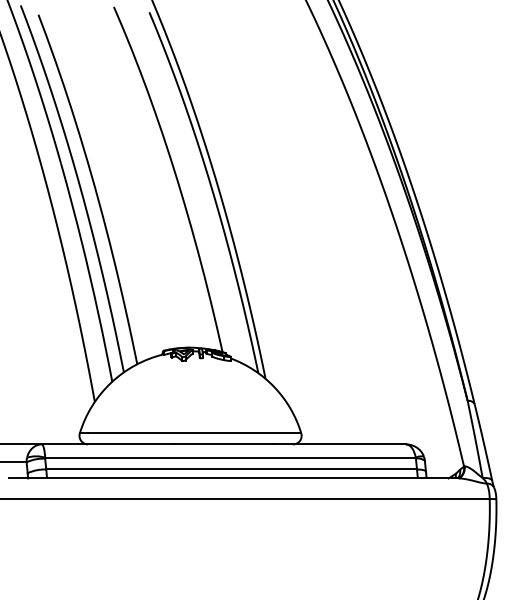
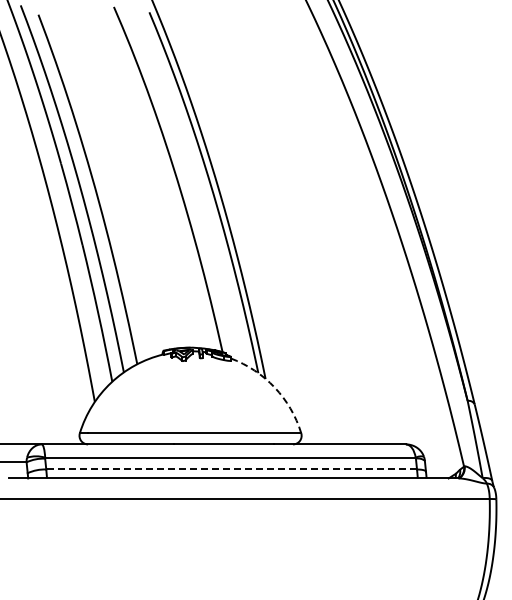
arc at (274, 387): solid -> dashed
line at (231, 469): solid -> dashed
